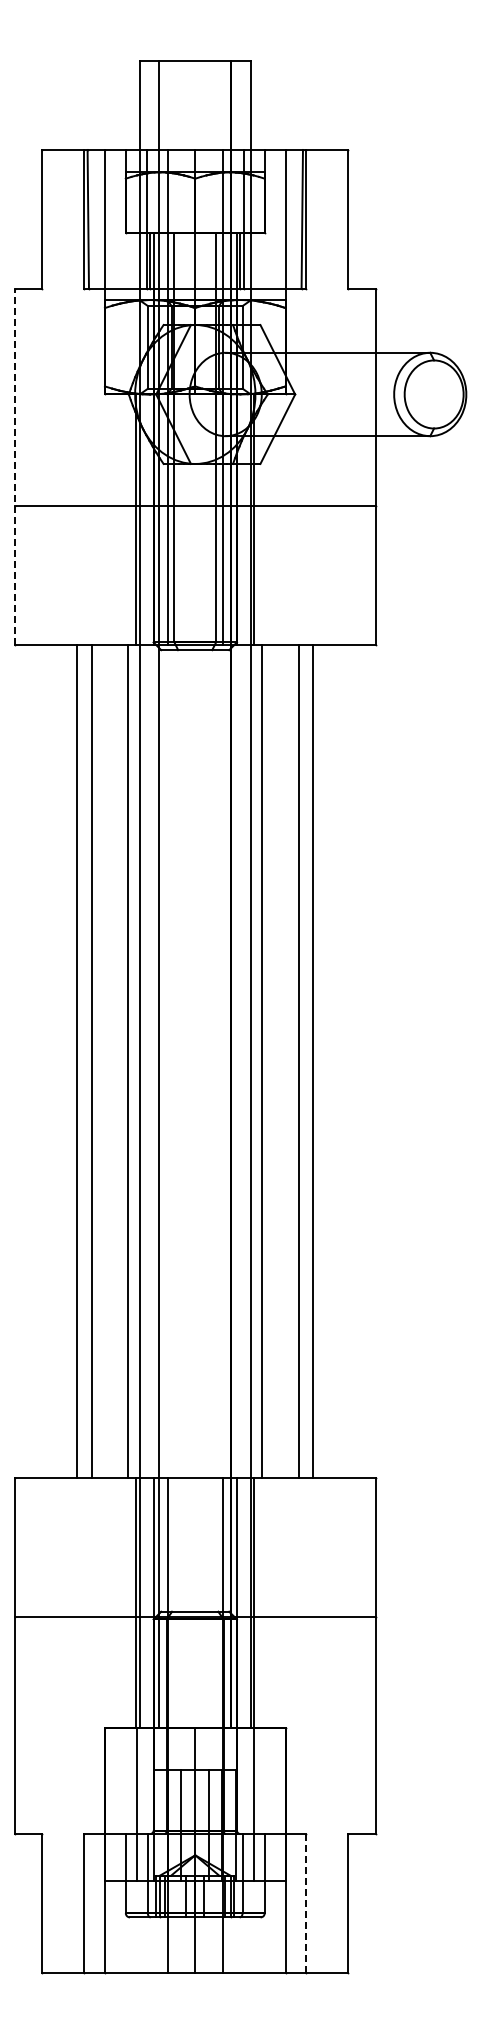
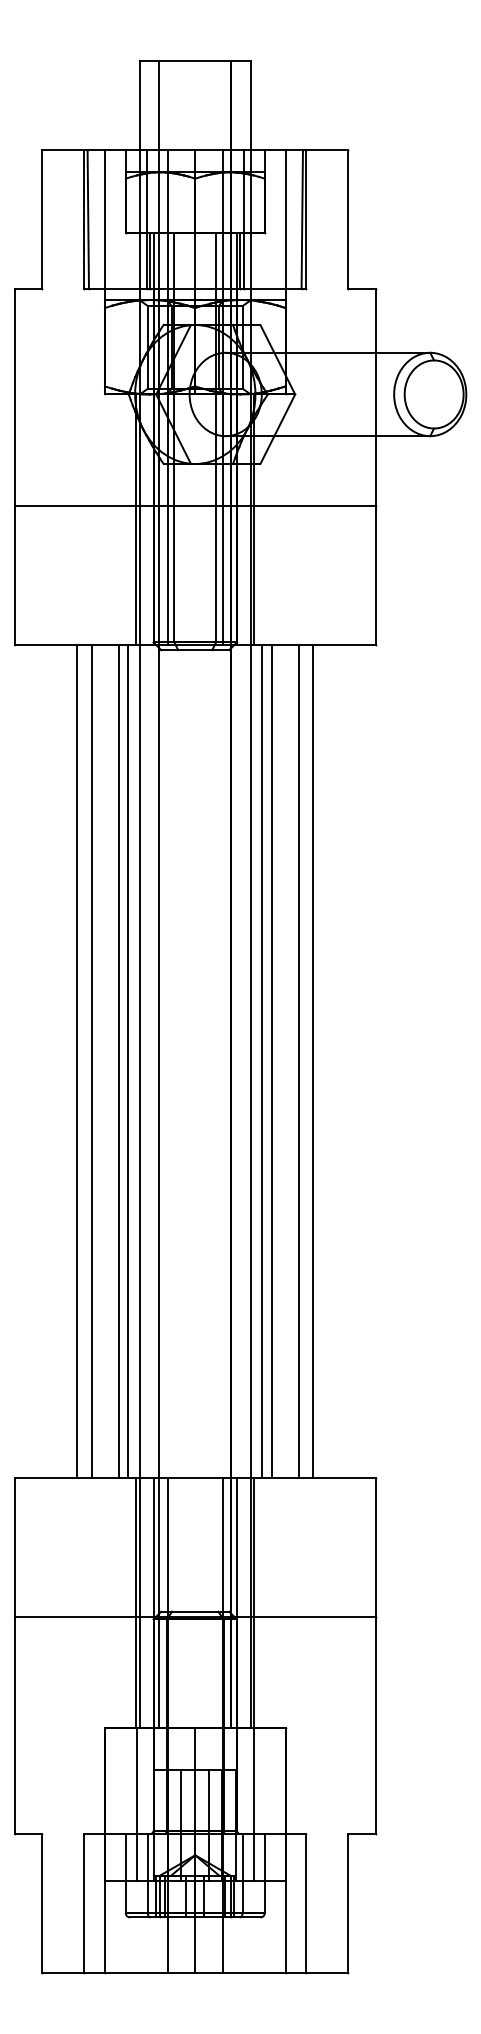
line at (14, 466): dashed -> solid
line at (118, 1061): none -> present
line at (271, 1061): none -> present
line at (306, 1904): dashed -> solid
